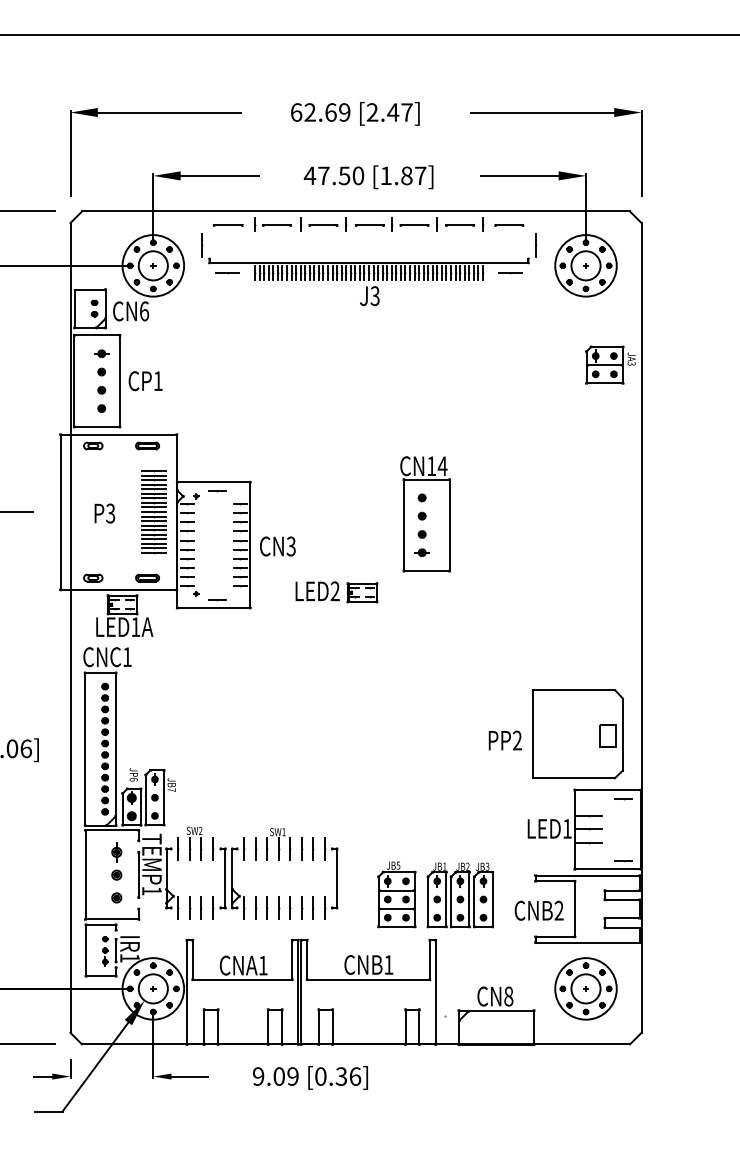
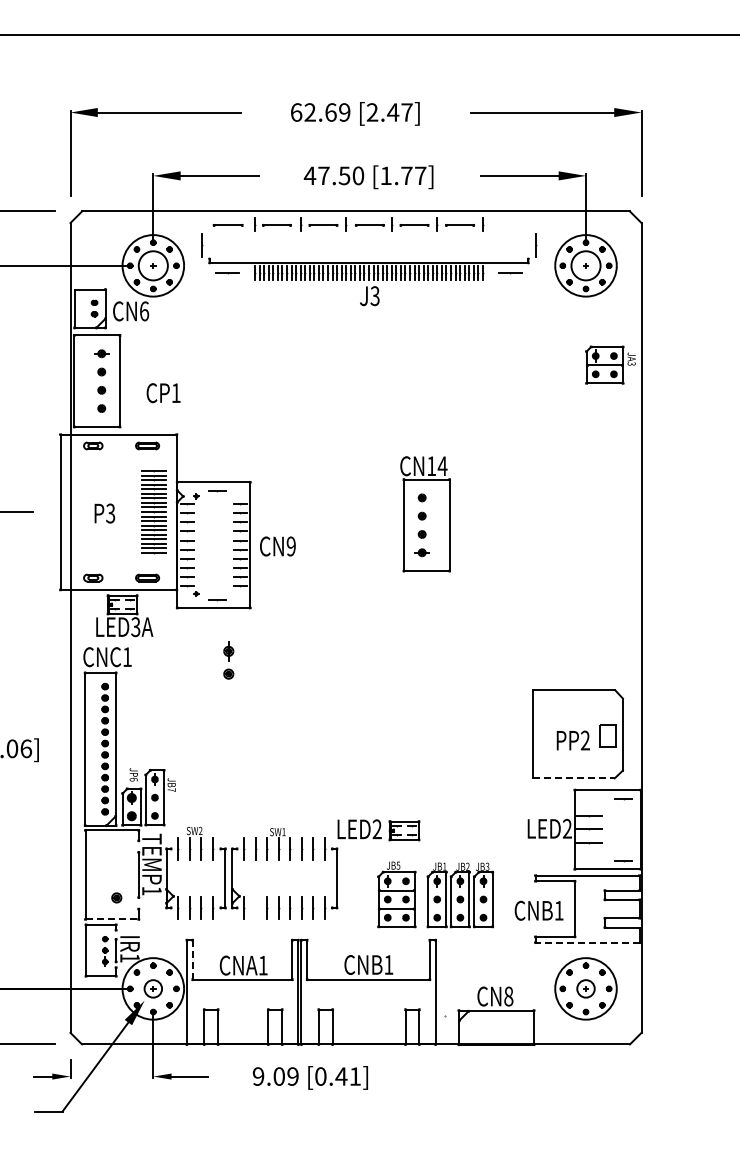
text at (406, 175): [1.87] -> [1.77]
line at (509, 225): present -> none
text at (145, 381) position: (145, 381) -> (163, 393)
text at (290, 546): CN3 -> CN9
part at (336, 592) position: (336, 592) -> (378, 830)
text at (135, 627): LED1A -> LED3A
text at (504, 740) position: (504, 740) -> (572, 740)
line at (574, 778): solid -> dashed
text at (566, 828): LED1 -> LED2
part at (116, 861) position: (116, 861) -> (228, 660)
line at (256, 907): present -> none
text at (558, 910): CNB2 -> CNB1
line at (112, 919): solid -> dashed
line at (587, 942): solid -> dashed
line at (192, 959): solid -> dashed
circle at (152, 988) diameter: 29 px -> 17 px
circle at (585, 988) diameter: 29 px -> 17 px
text at (348, 1076): [0.36] -> [0.41]
